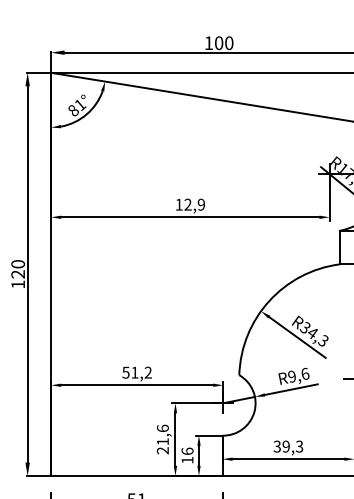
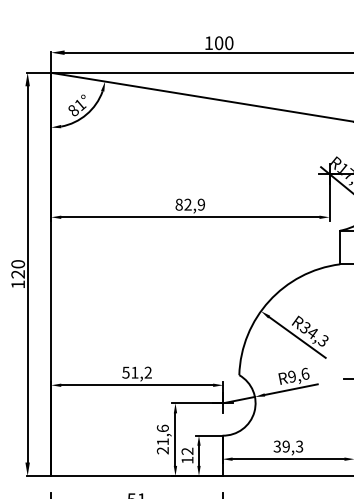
text at (178, 204): 12,9 -> 82,9
text at (187, 450): 16 -> 12
